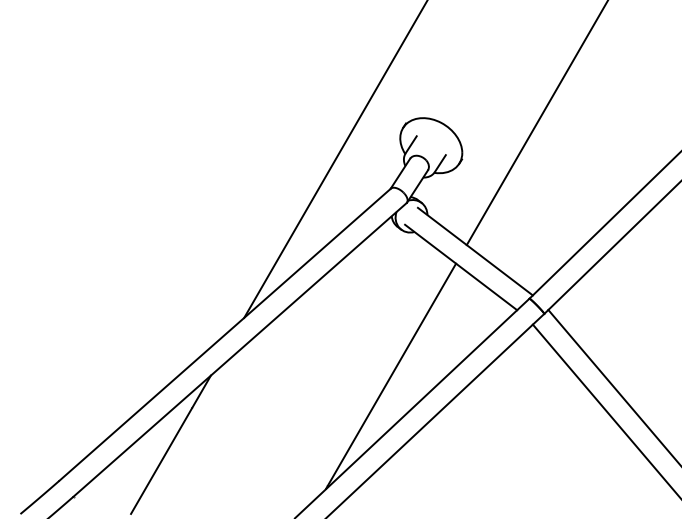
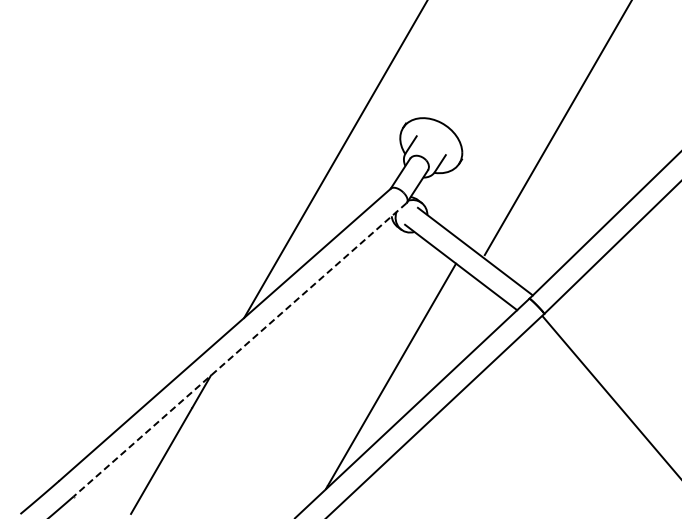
line at (536, 123) position: (536, 123) -> (557, 128)
line at (240, 349): solid -> dashed
line at (613, 386): present -> none
line at (605, 409) position: (605, 409) -> (610, 396)
